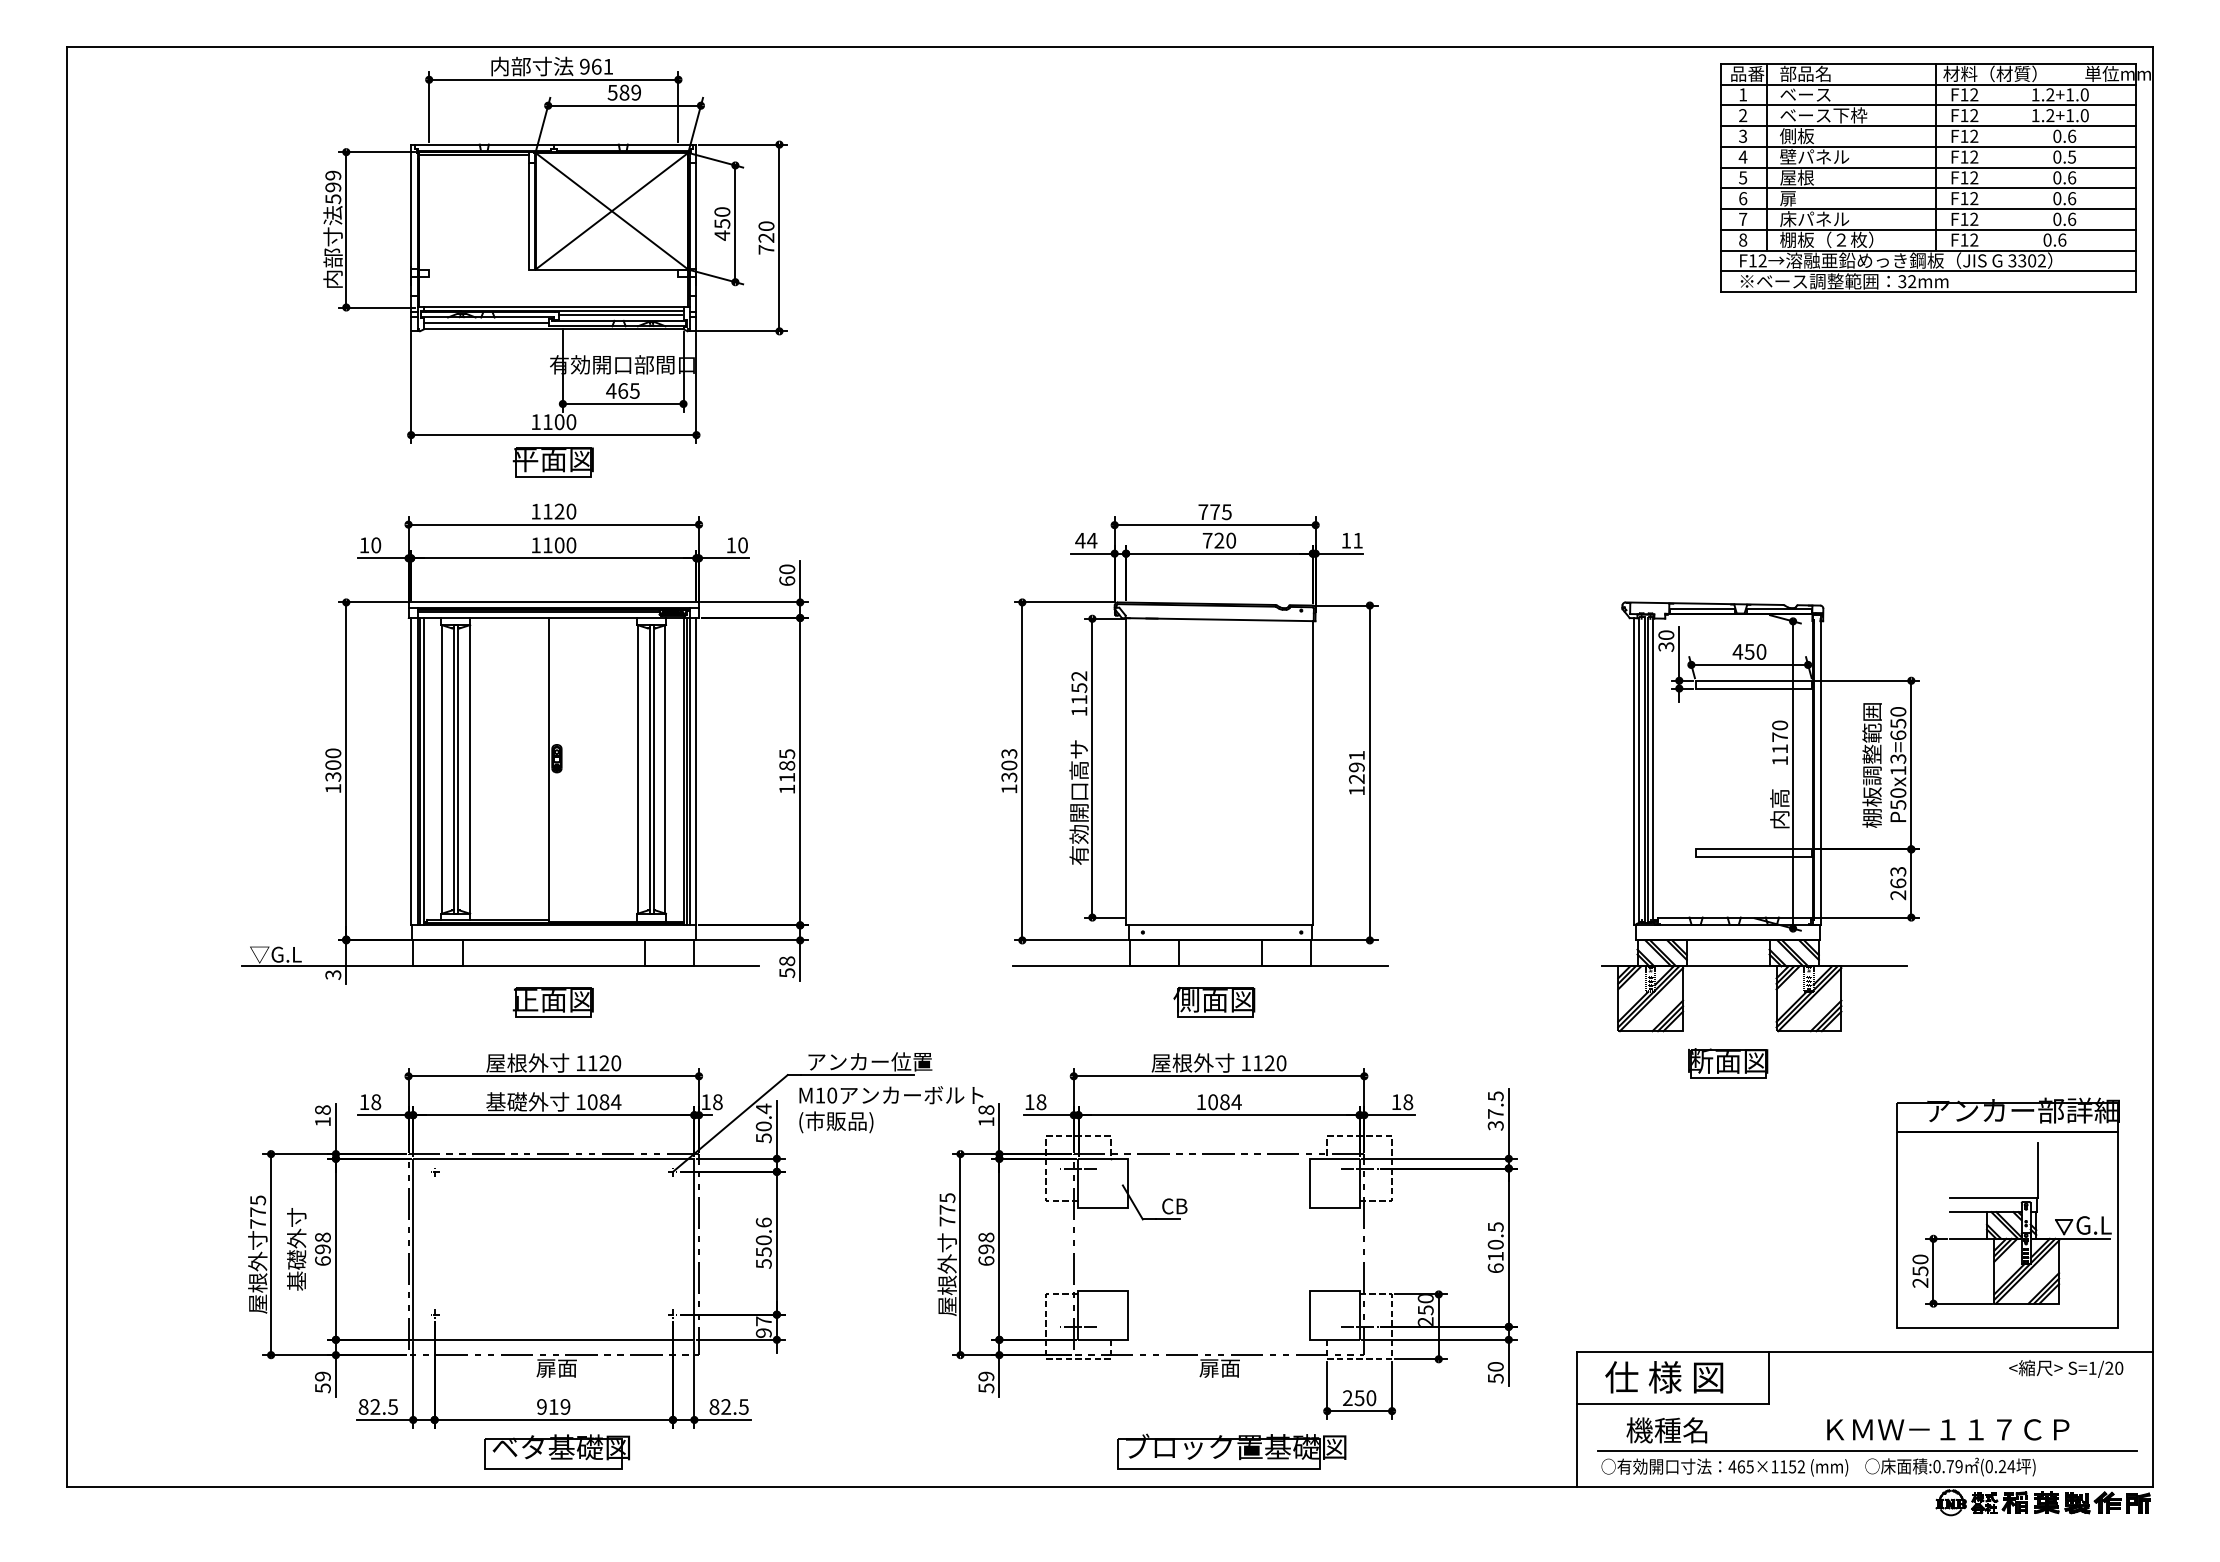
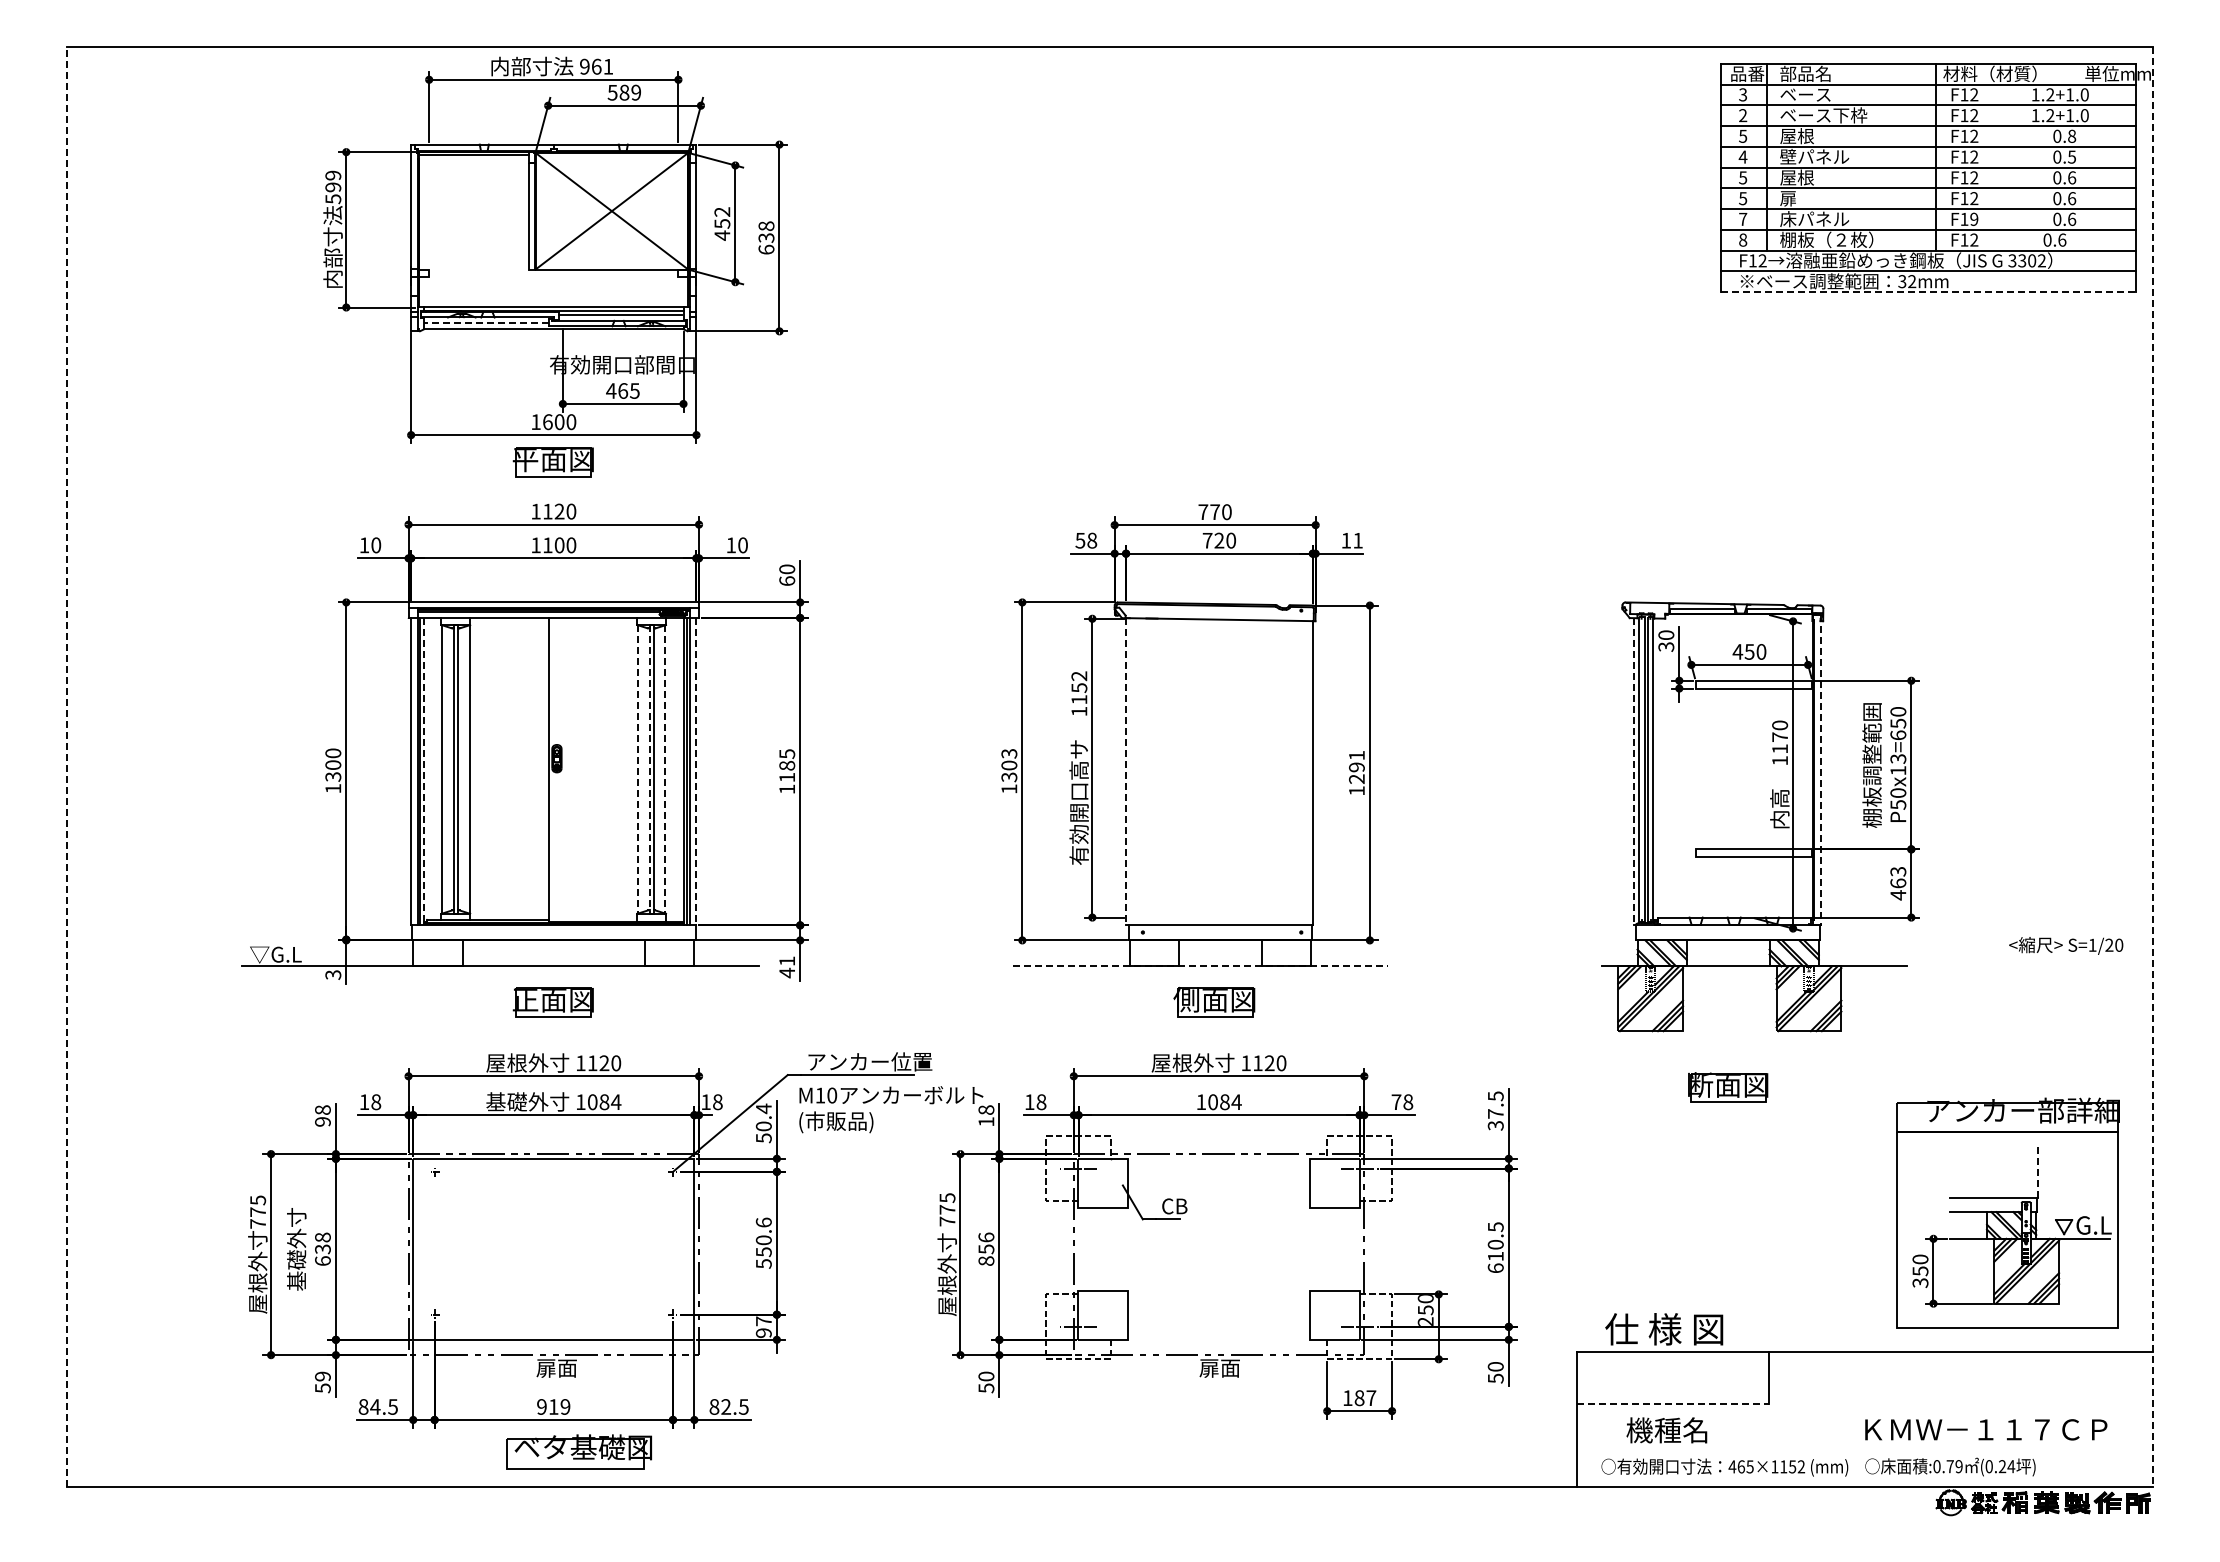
text at (1742, 94): 1 -> 3
text at (1743, 135): 3 -> 5
text at (2072, 135): 0.6 -> 0.8
text at (1796, 136): 側板 -> 屋根
text at (1743, 198): 6 -> 5
text at (722, 211): 450 -> 452
text at (1974, 219): F12 -> F19
text at (766, 237): 720 -> 638
line at (1928, 292): solid -> dashed
line at (485, 323): solid -> dashed
text at (547, 422): 1100 -> 1600
text at (1226, 512): 775 -> 770
text at (1086, 540): 44 -> 58
line at (66, 766): solid -> dashed
line at (2152, 767): solid -> dashed
line at (637, 769): solid -> dashed
line at (649, 769): solid -> dashed
line at (665, 769): solid -> dashed
line at (1820, 770): solid -> dashed
line at (424, 771): solid -> dashed
line at (696, 771): solid -> dashed
line at (1126, 771): solid -> dashed
line at (1633, 771): solid -> dashed
text at (1898, 895): 263 -> 463
line at (1200, 966): solid -> dashed
text at (787, 967): 58 -> 41
part at (1728, 1063) position: (1728, 1063) -> (1728, 1087)
text at (1396, 1101): 18 -> 78
text at (322, 1121): 18 -> 98
line at (2037, 1170): solid -> dashed
text at (986, 1248): 698 -> 856
text at (322, 1249): 698 -> 638
text at (1920, 1283): 250 -> 350
text at (2066, 1368) position: (2066, 1368) -> (2066, 945)
text at (986, 1376): 59 -> 50
text at (1664, 1377) position: (1664, 1377) -> (1664, 1329)
text at (1359, 1398): 250 -> 187
line at (1673, 1403): solid -> dashed
text at (375, 1406): 82.5 -> 84.5
text at (1948, 1429) position: (1948, 1429) -> (1986, 1429)
part at (556, 1451) position: (556, 1451) -> (578, 1451)
part at (1231, 1451): present -> none
line at (1867, 1451): present -> none
